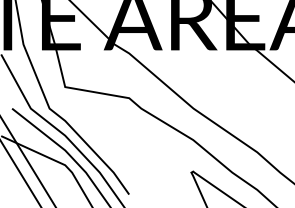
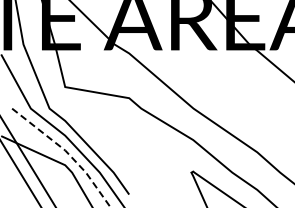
line at (67, 152): solid -> dashed
